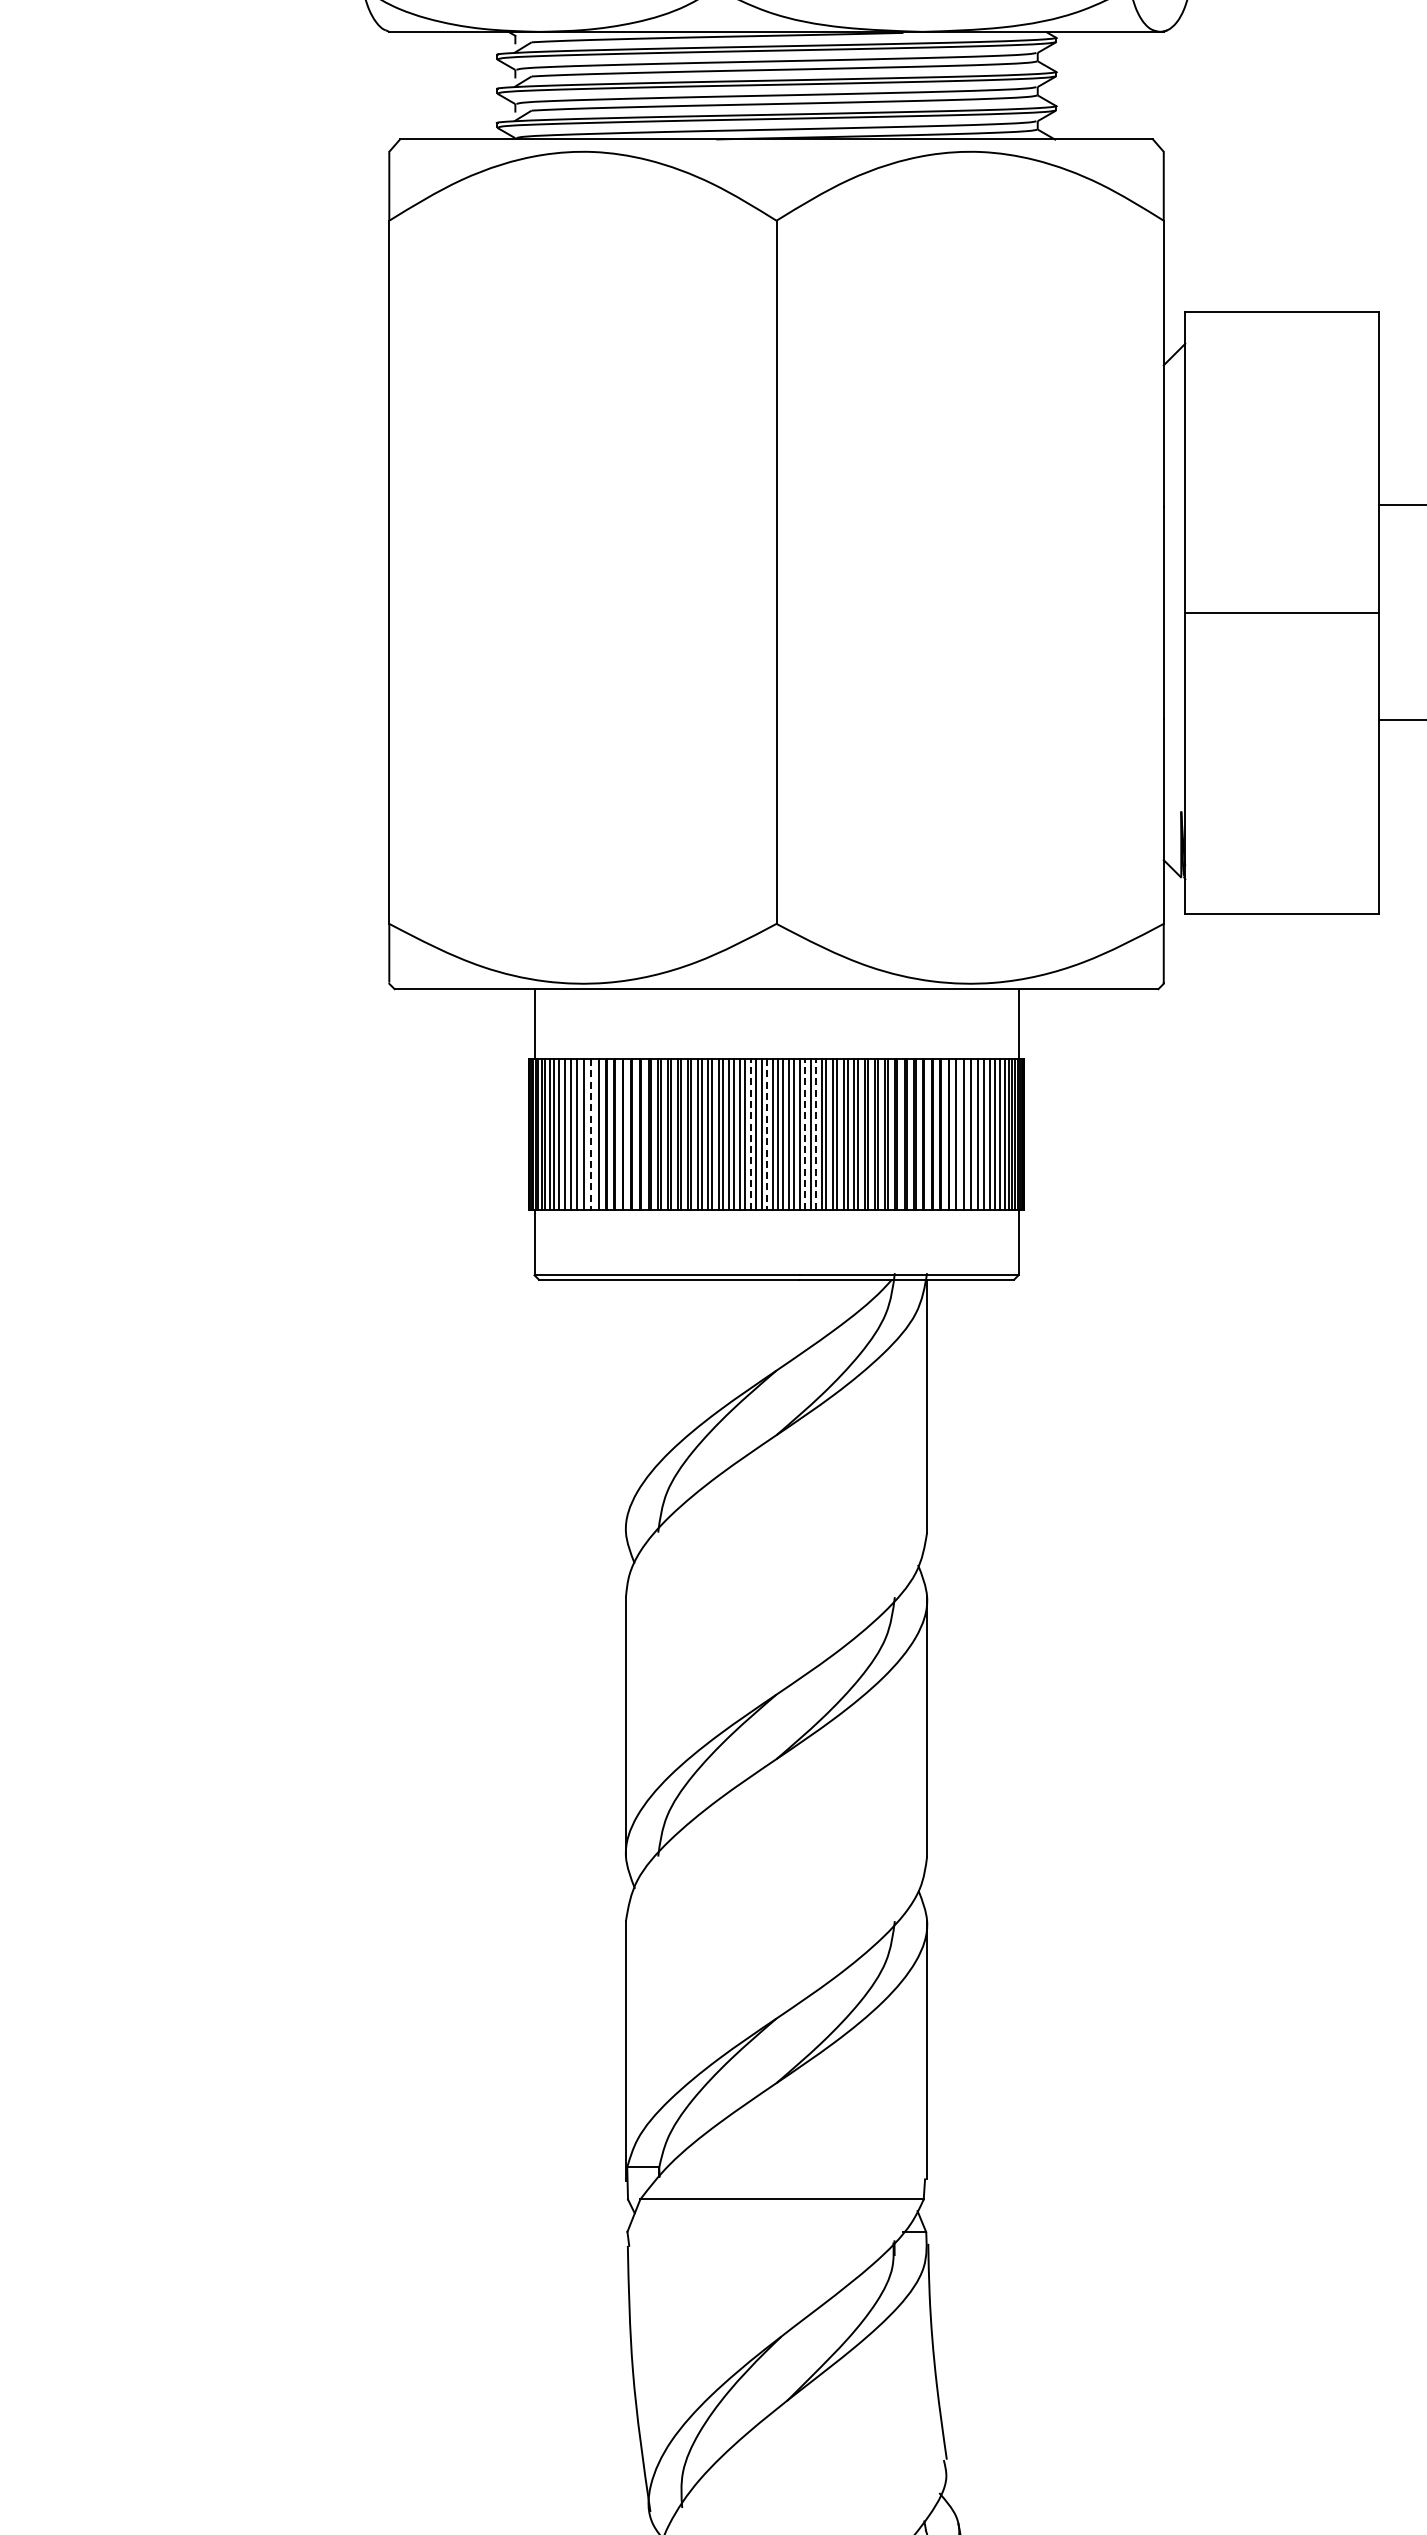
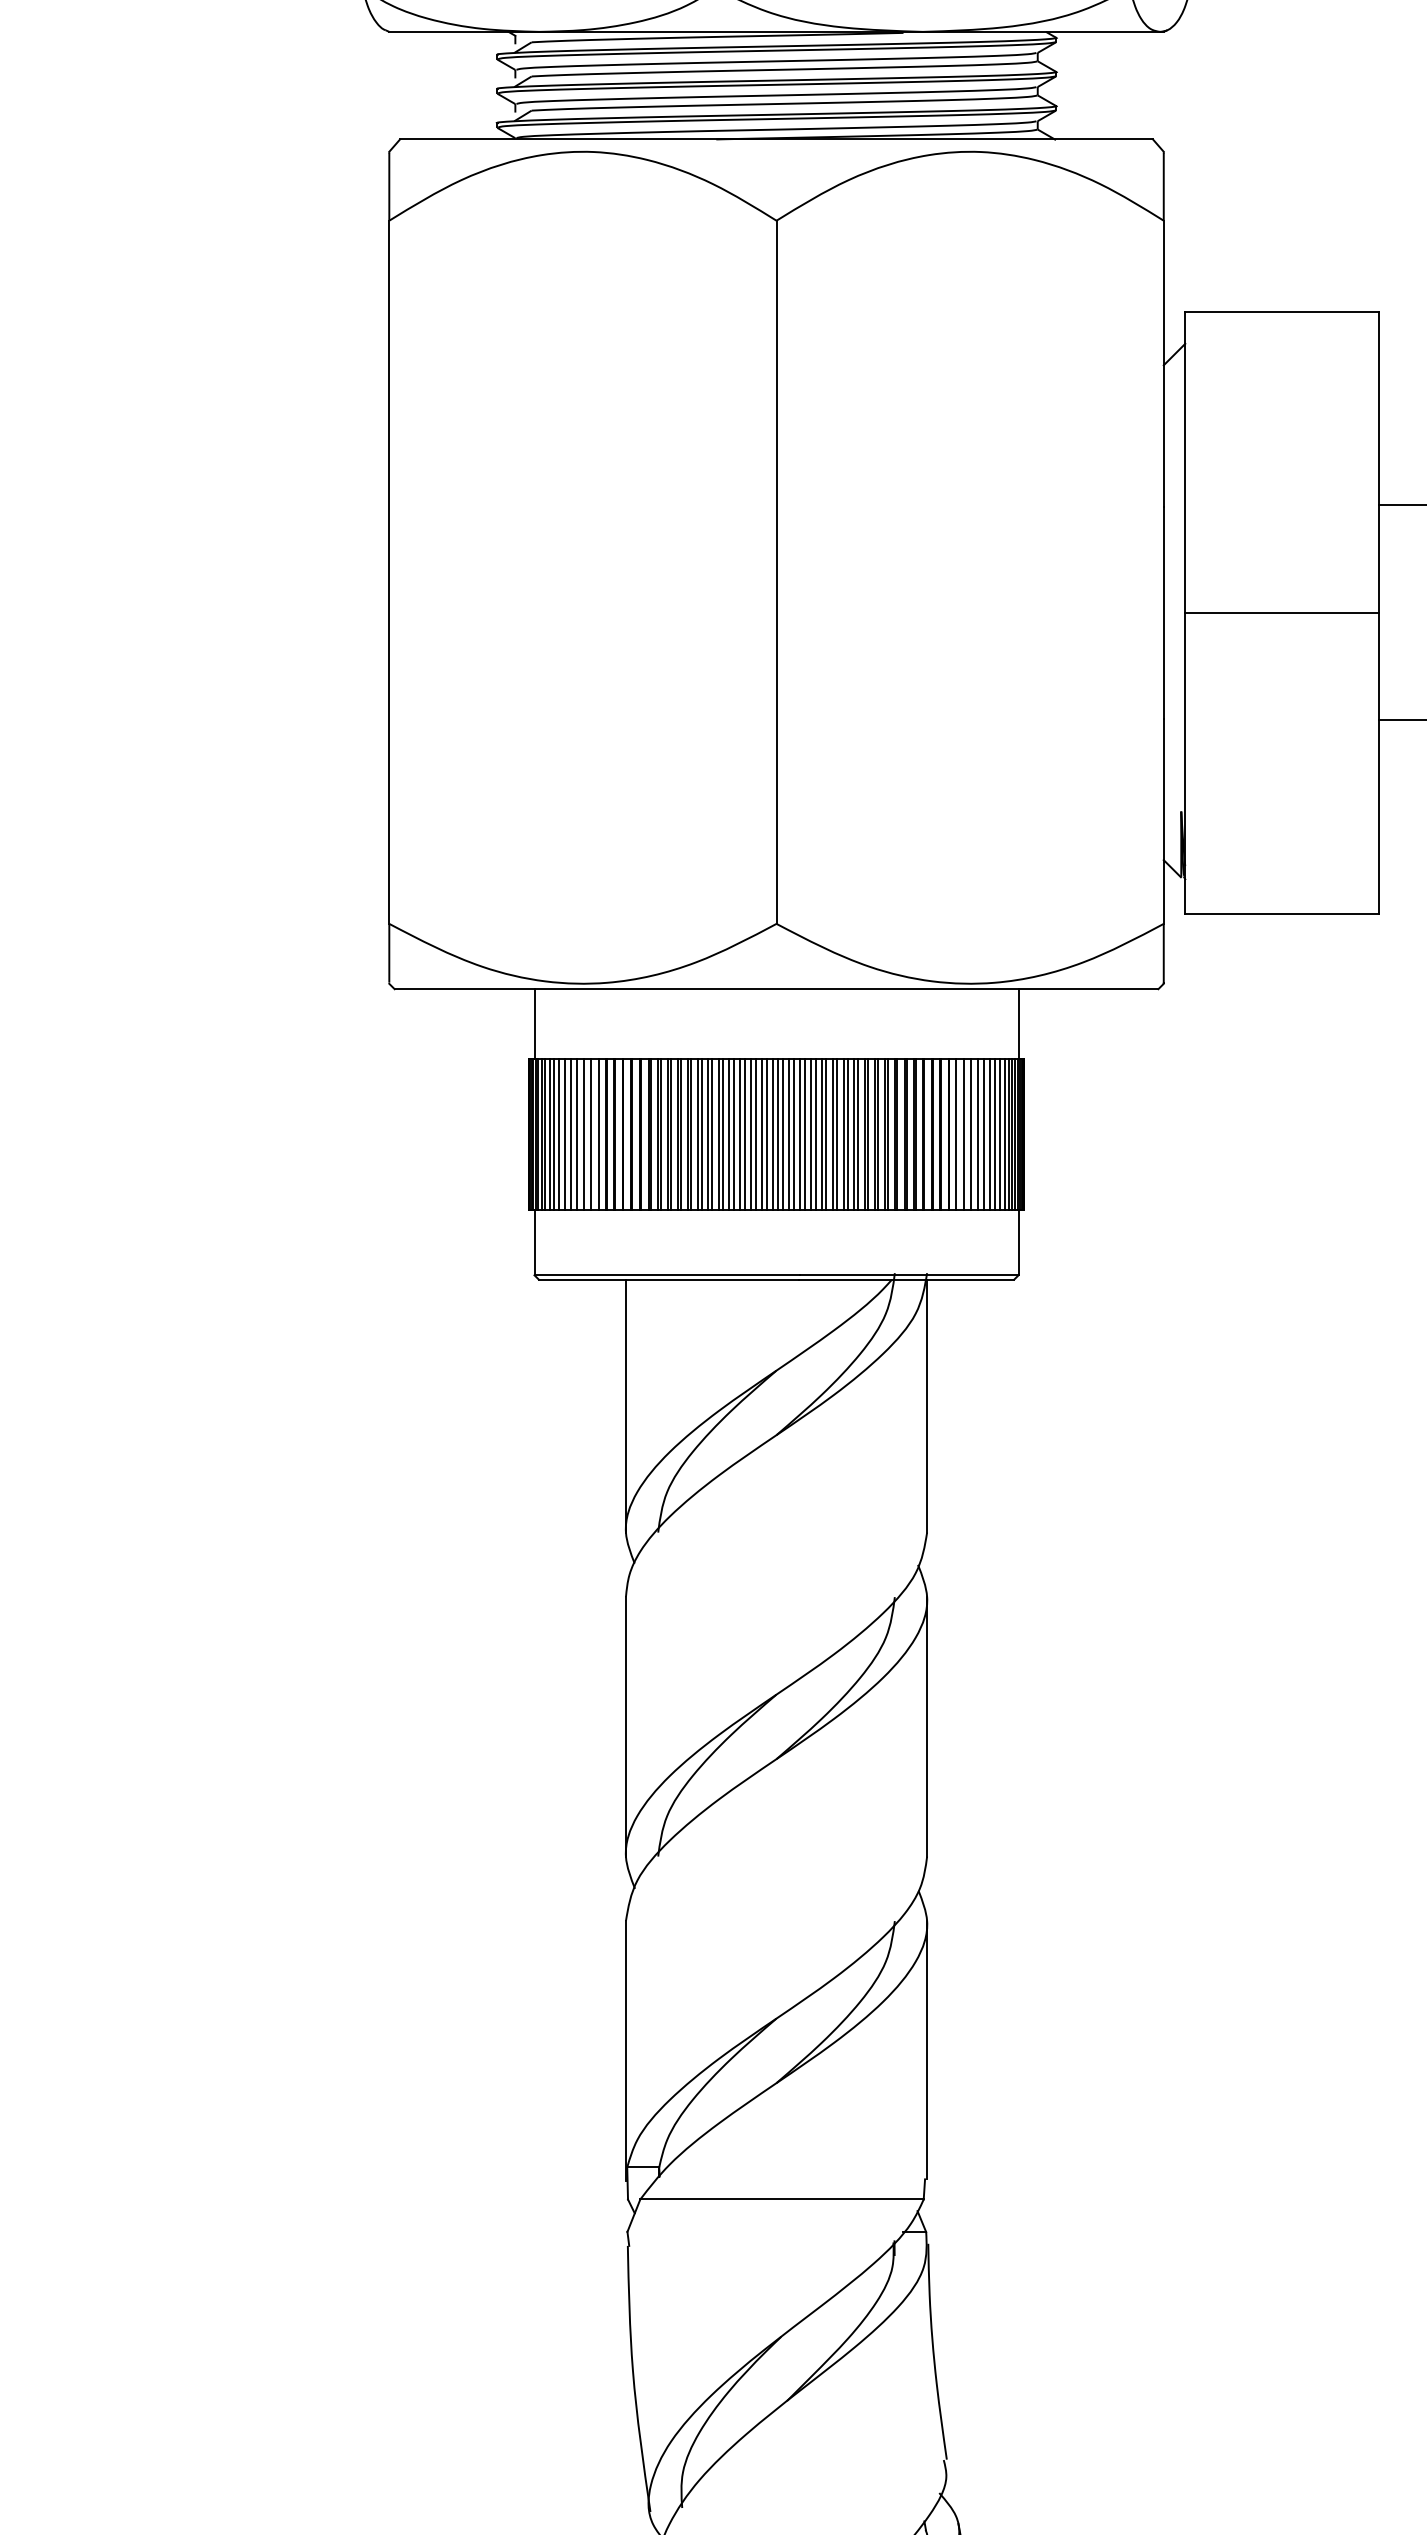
line at (750, 1133): dashed -> solid
line at (805, 1133): dashed -> solid
line at (815, 1133): dashed -> solid
line at (591, 1134): dashed -> solid
line at (766, 1134): dashed -> solid
line at (625, 1405): none -> present
